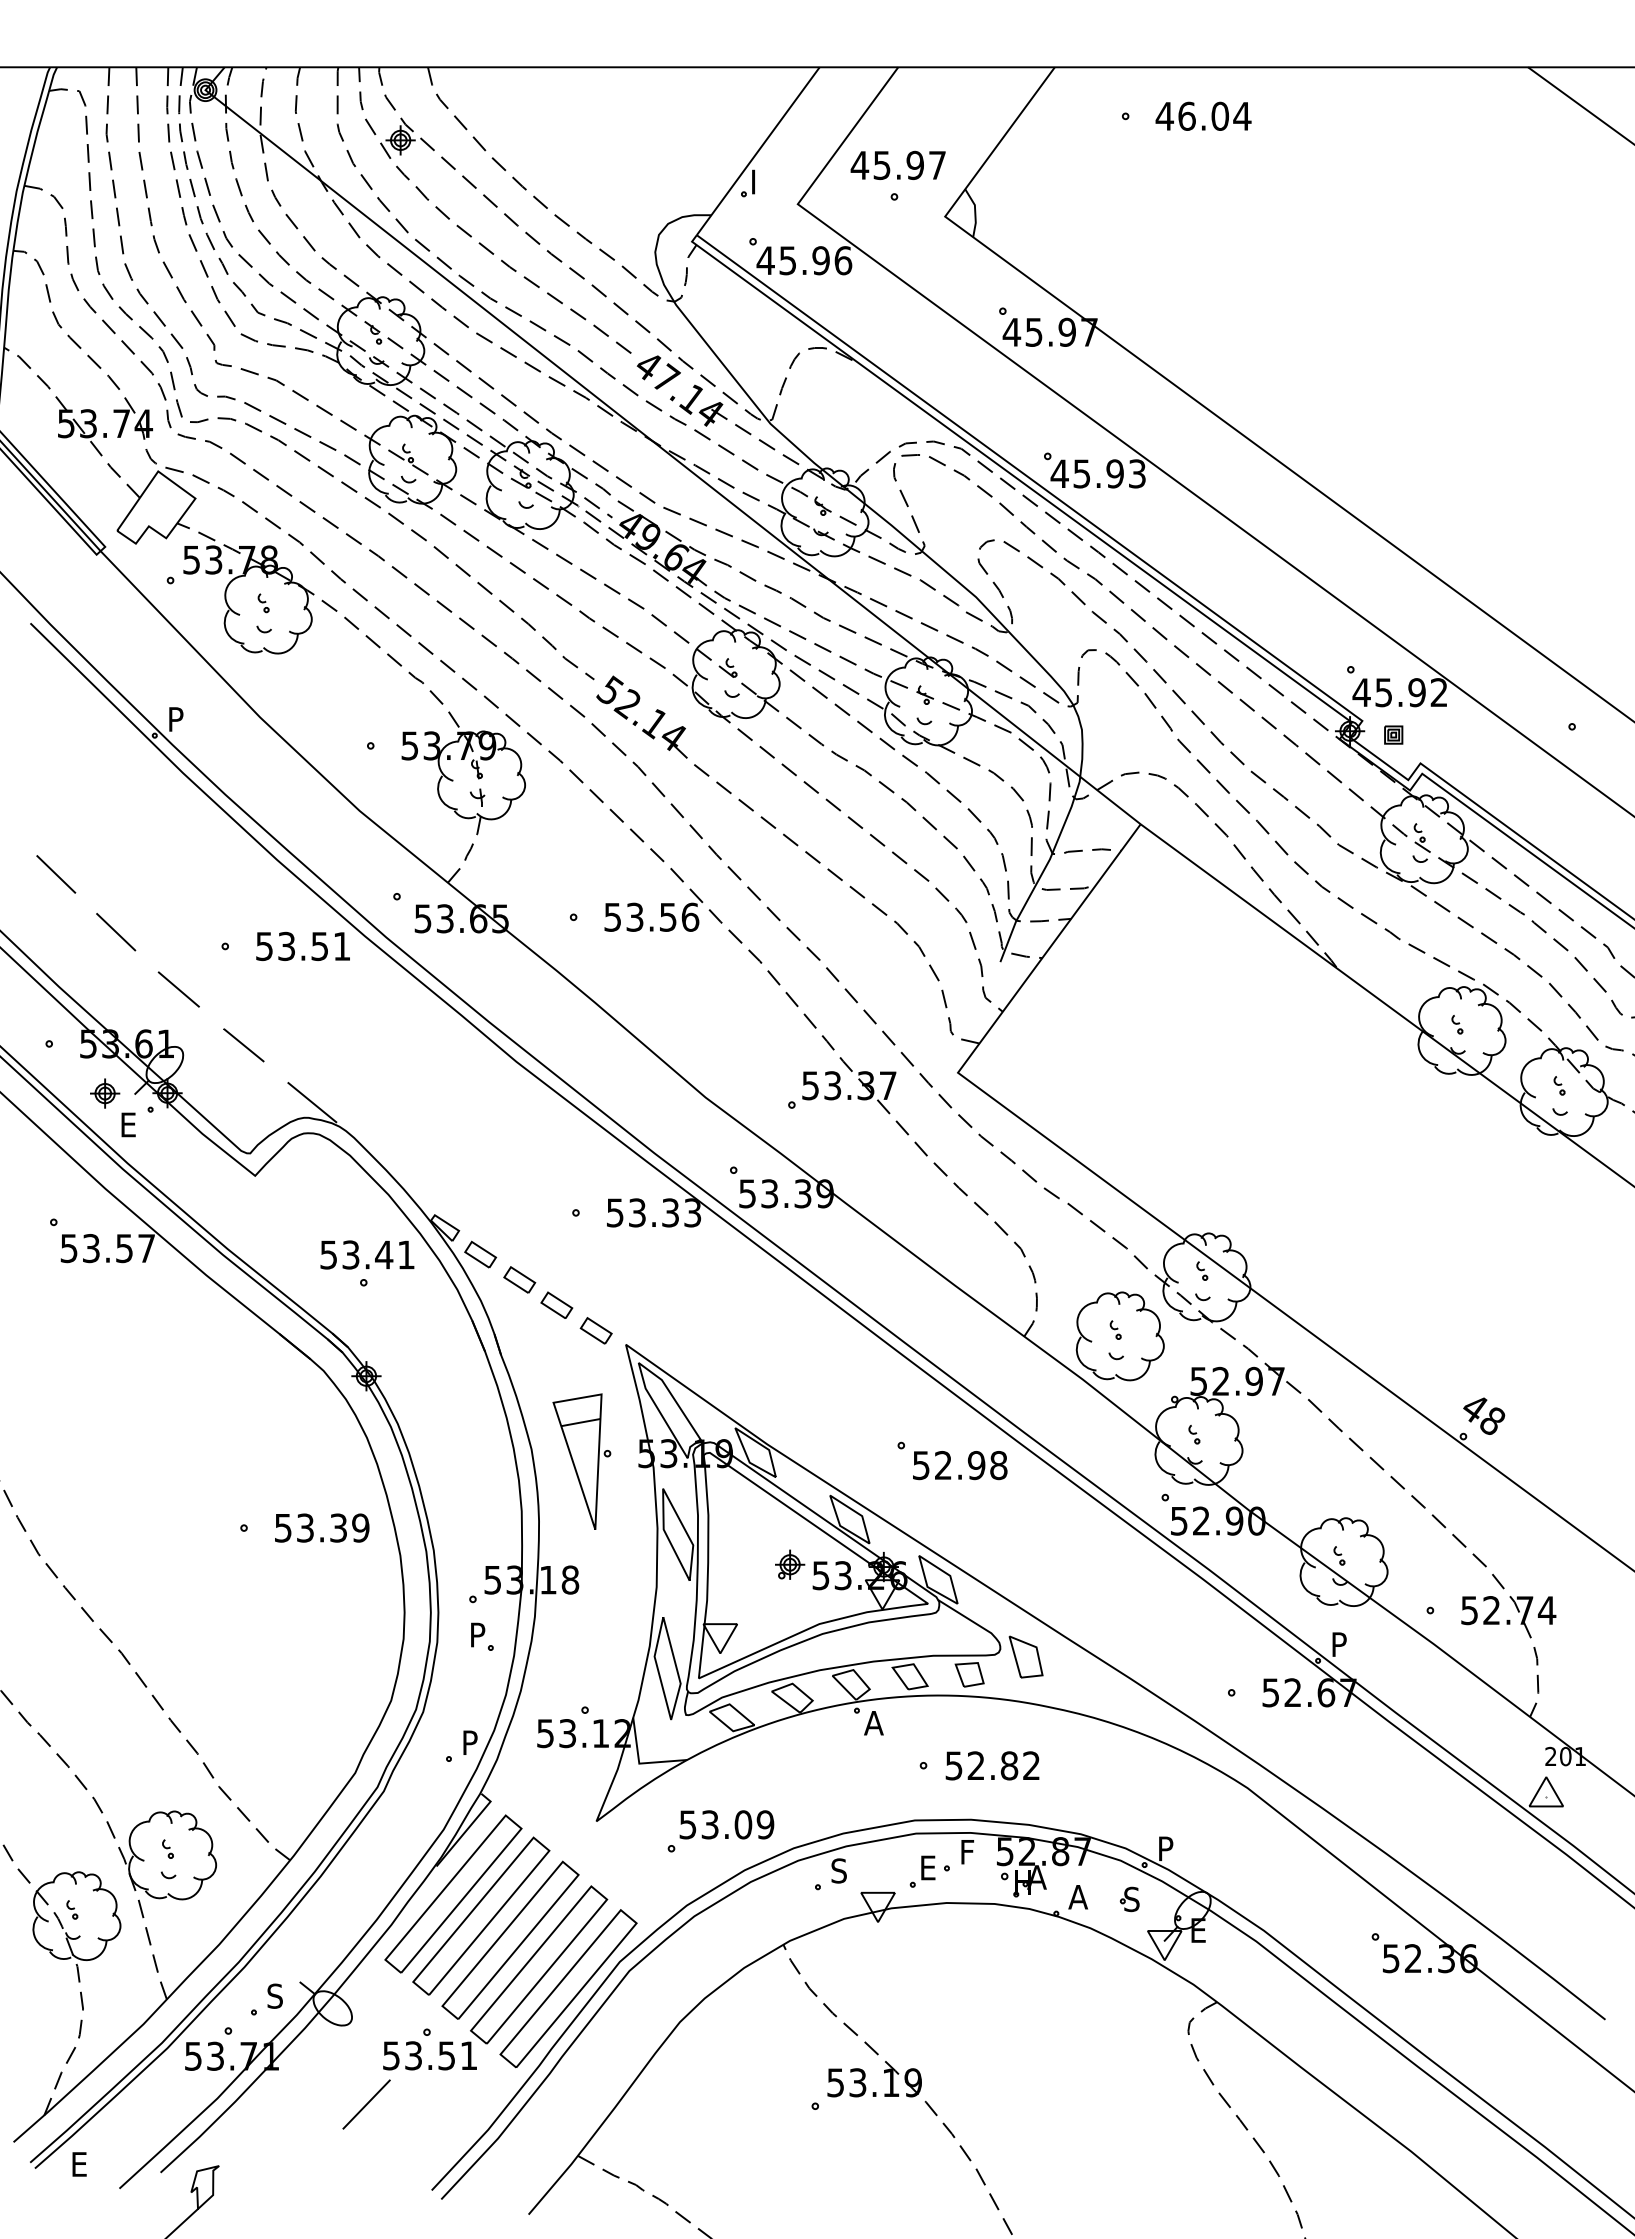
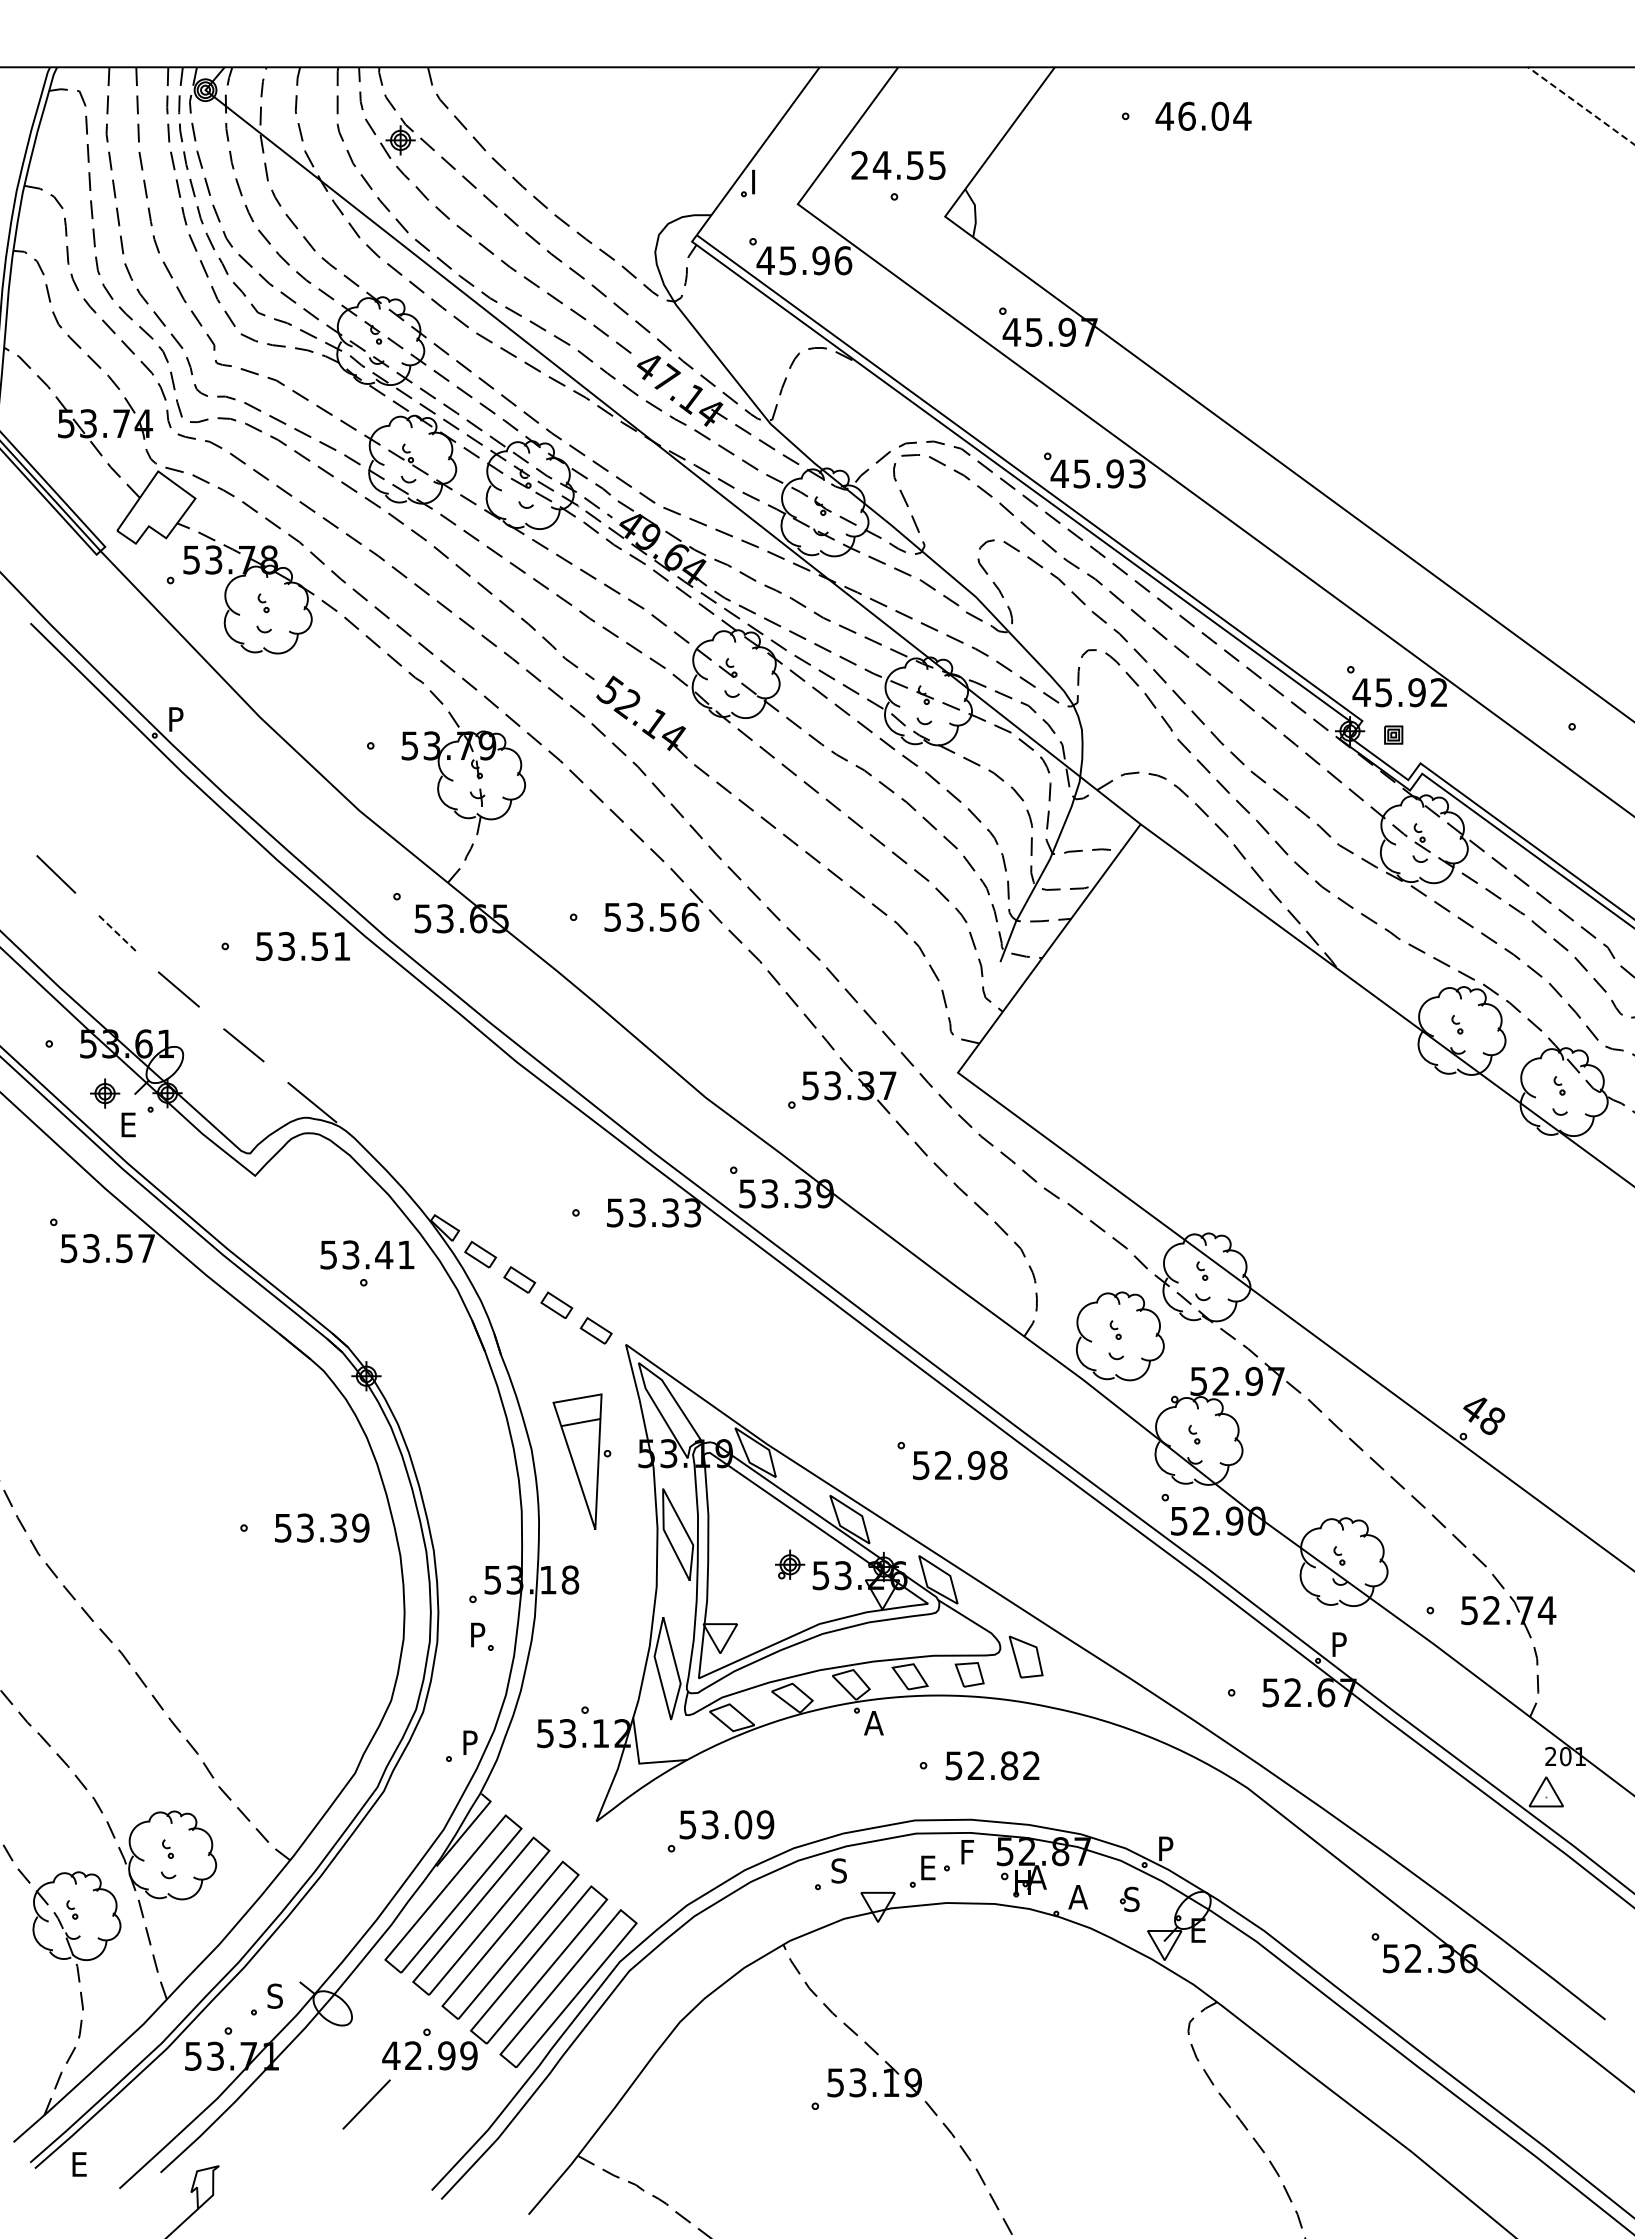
line at (1581, 106): solid -> dashed
text at (897, 165): 45.97 -> 24.55
line at (115, 931): solid -> dashed
text at (429, 2055): 53.51 -> 42.99
